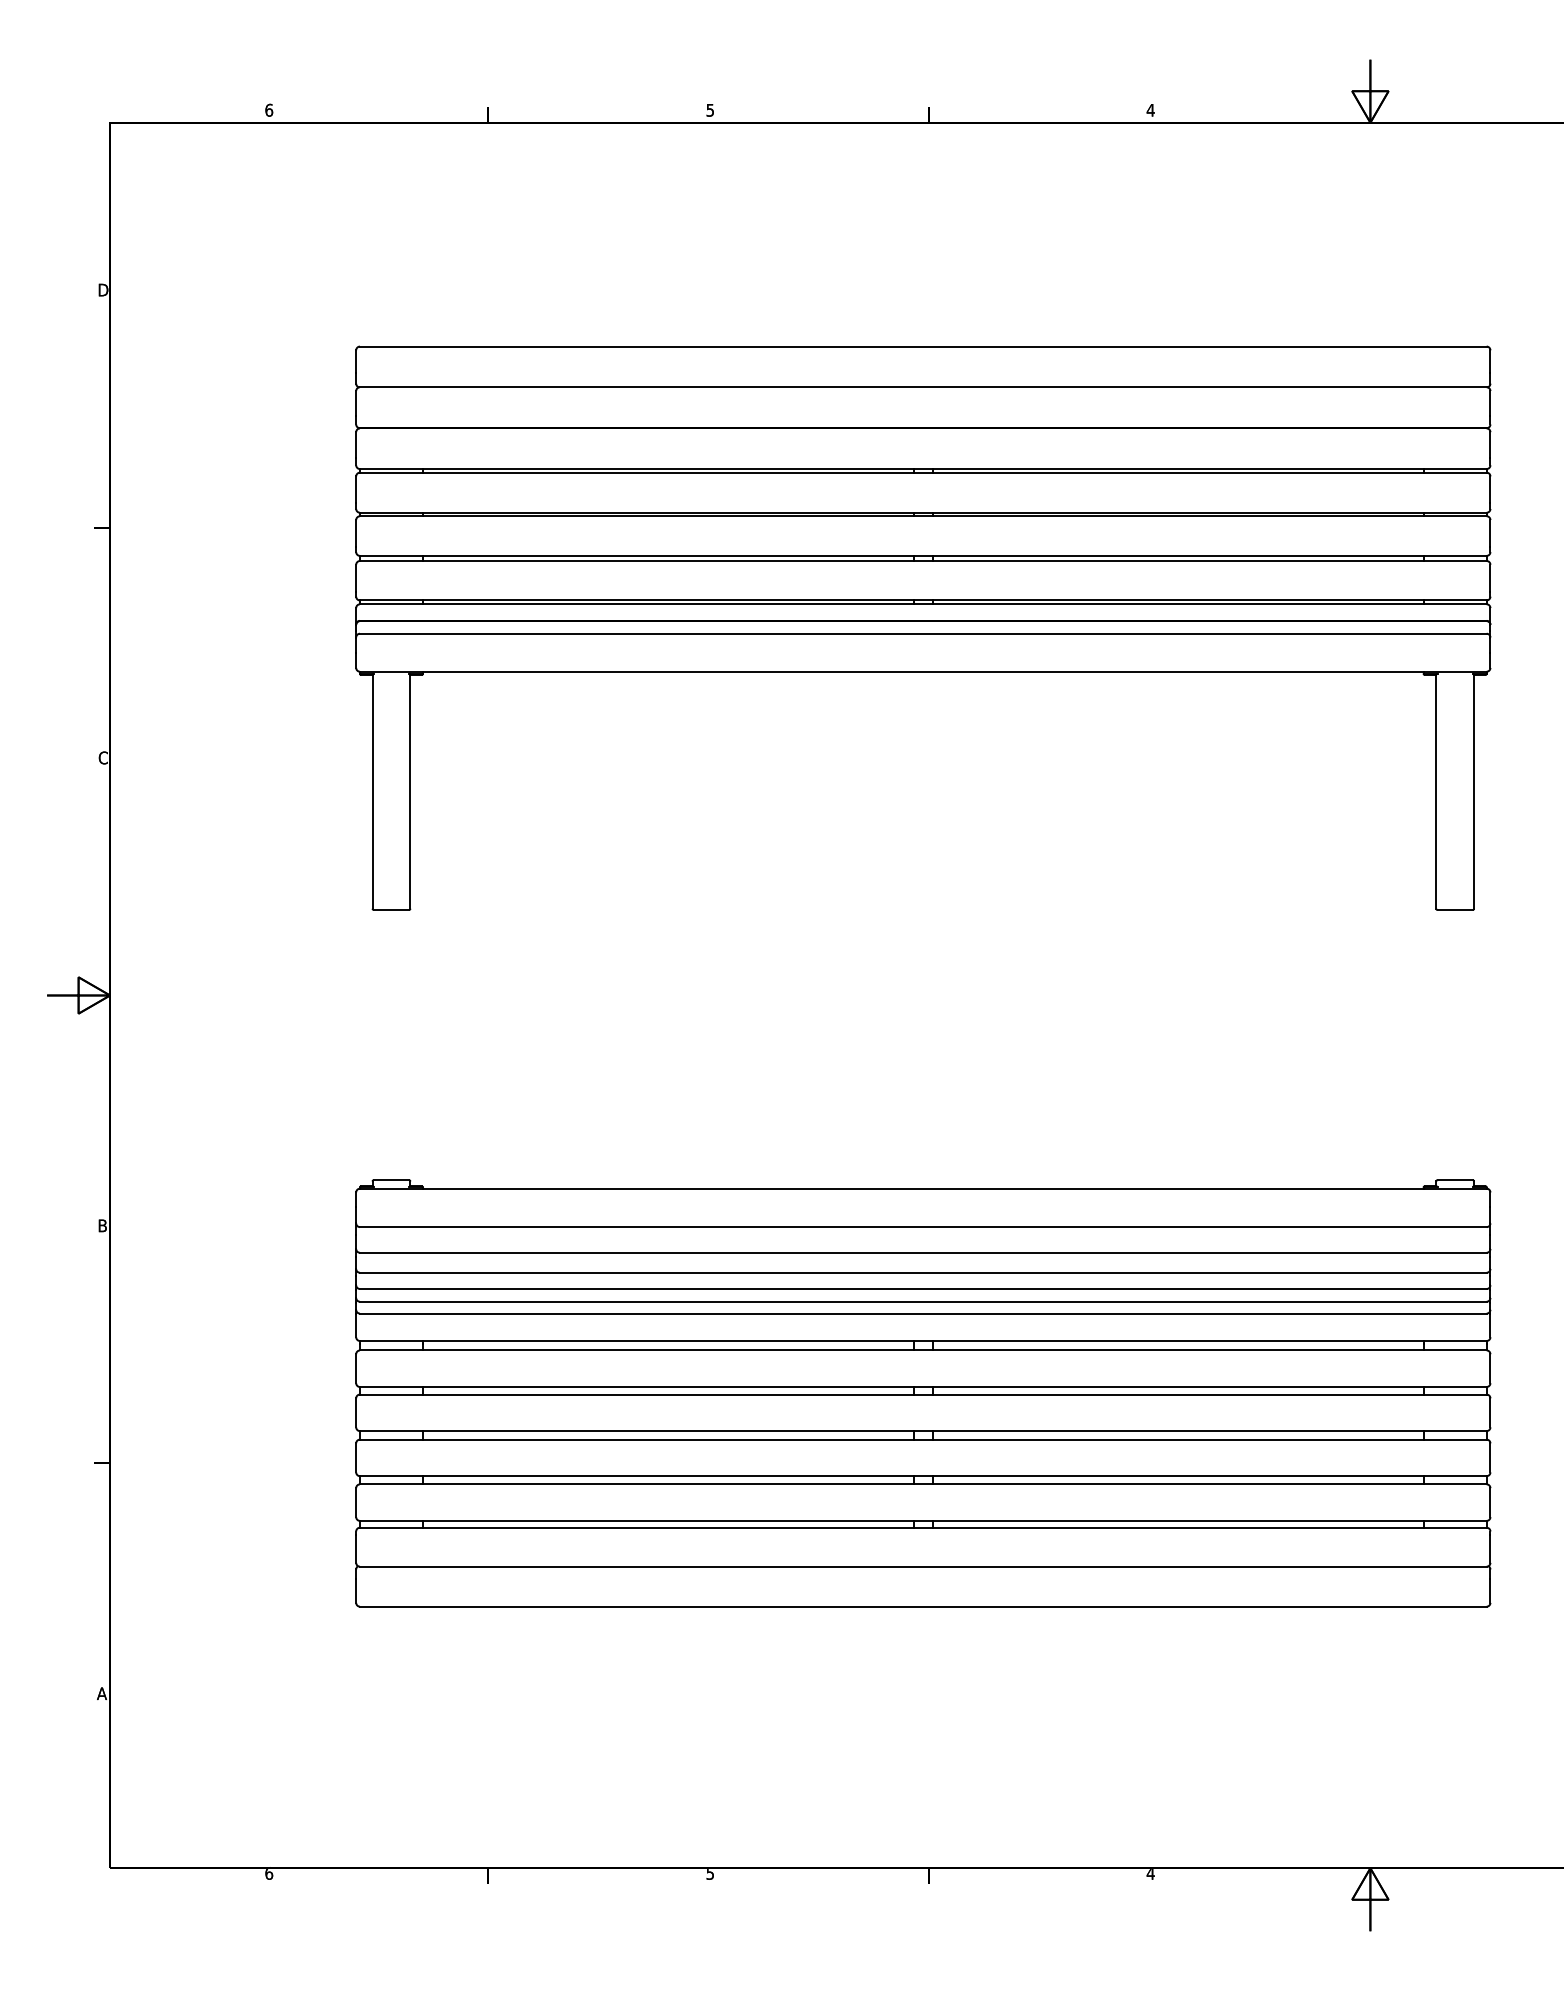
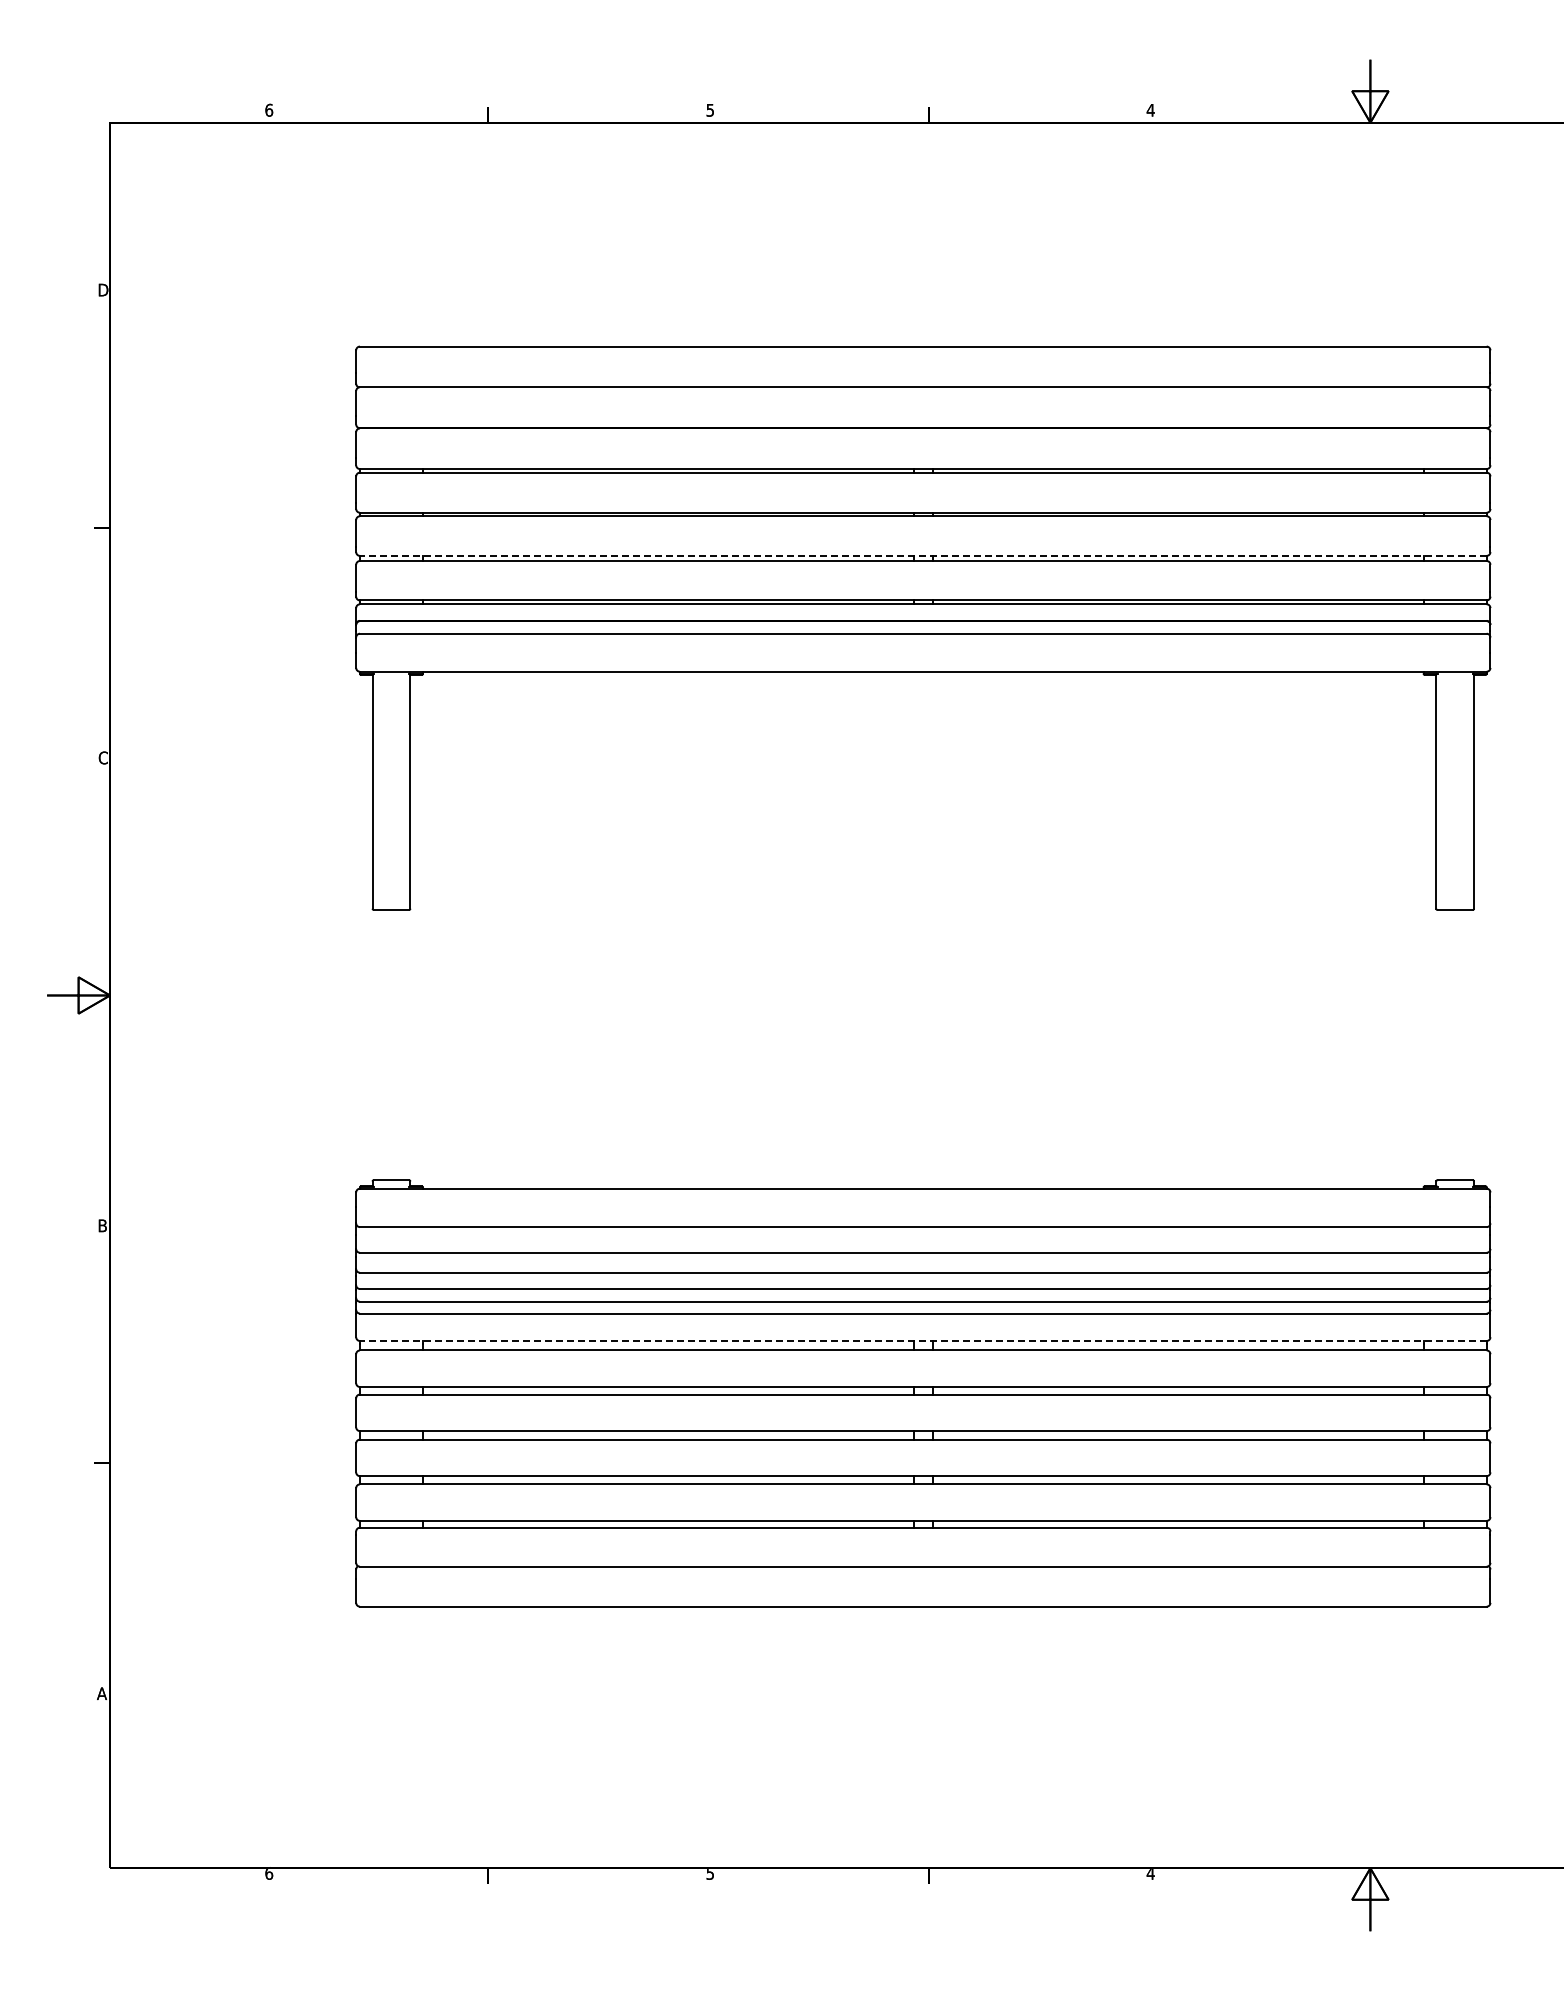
line at (922, 555): solid -> dashed
line at (922, 1341): solid -> dashed
